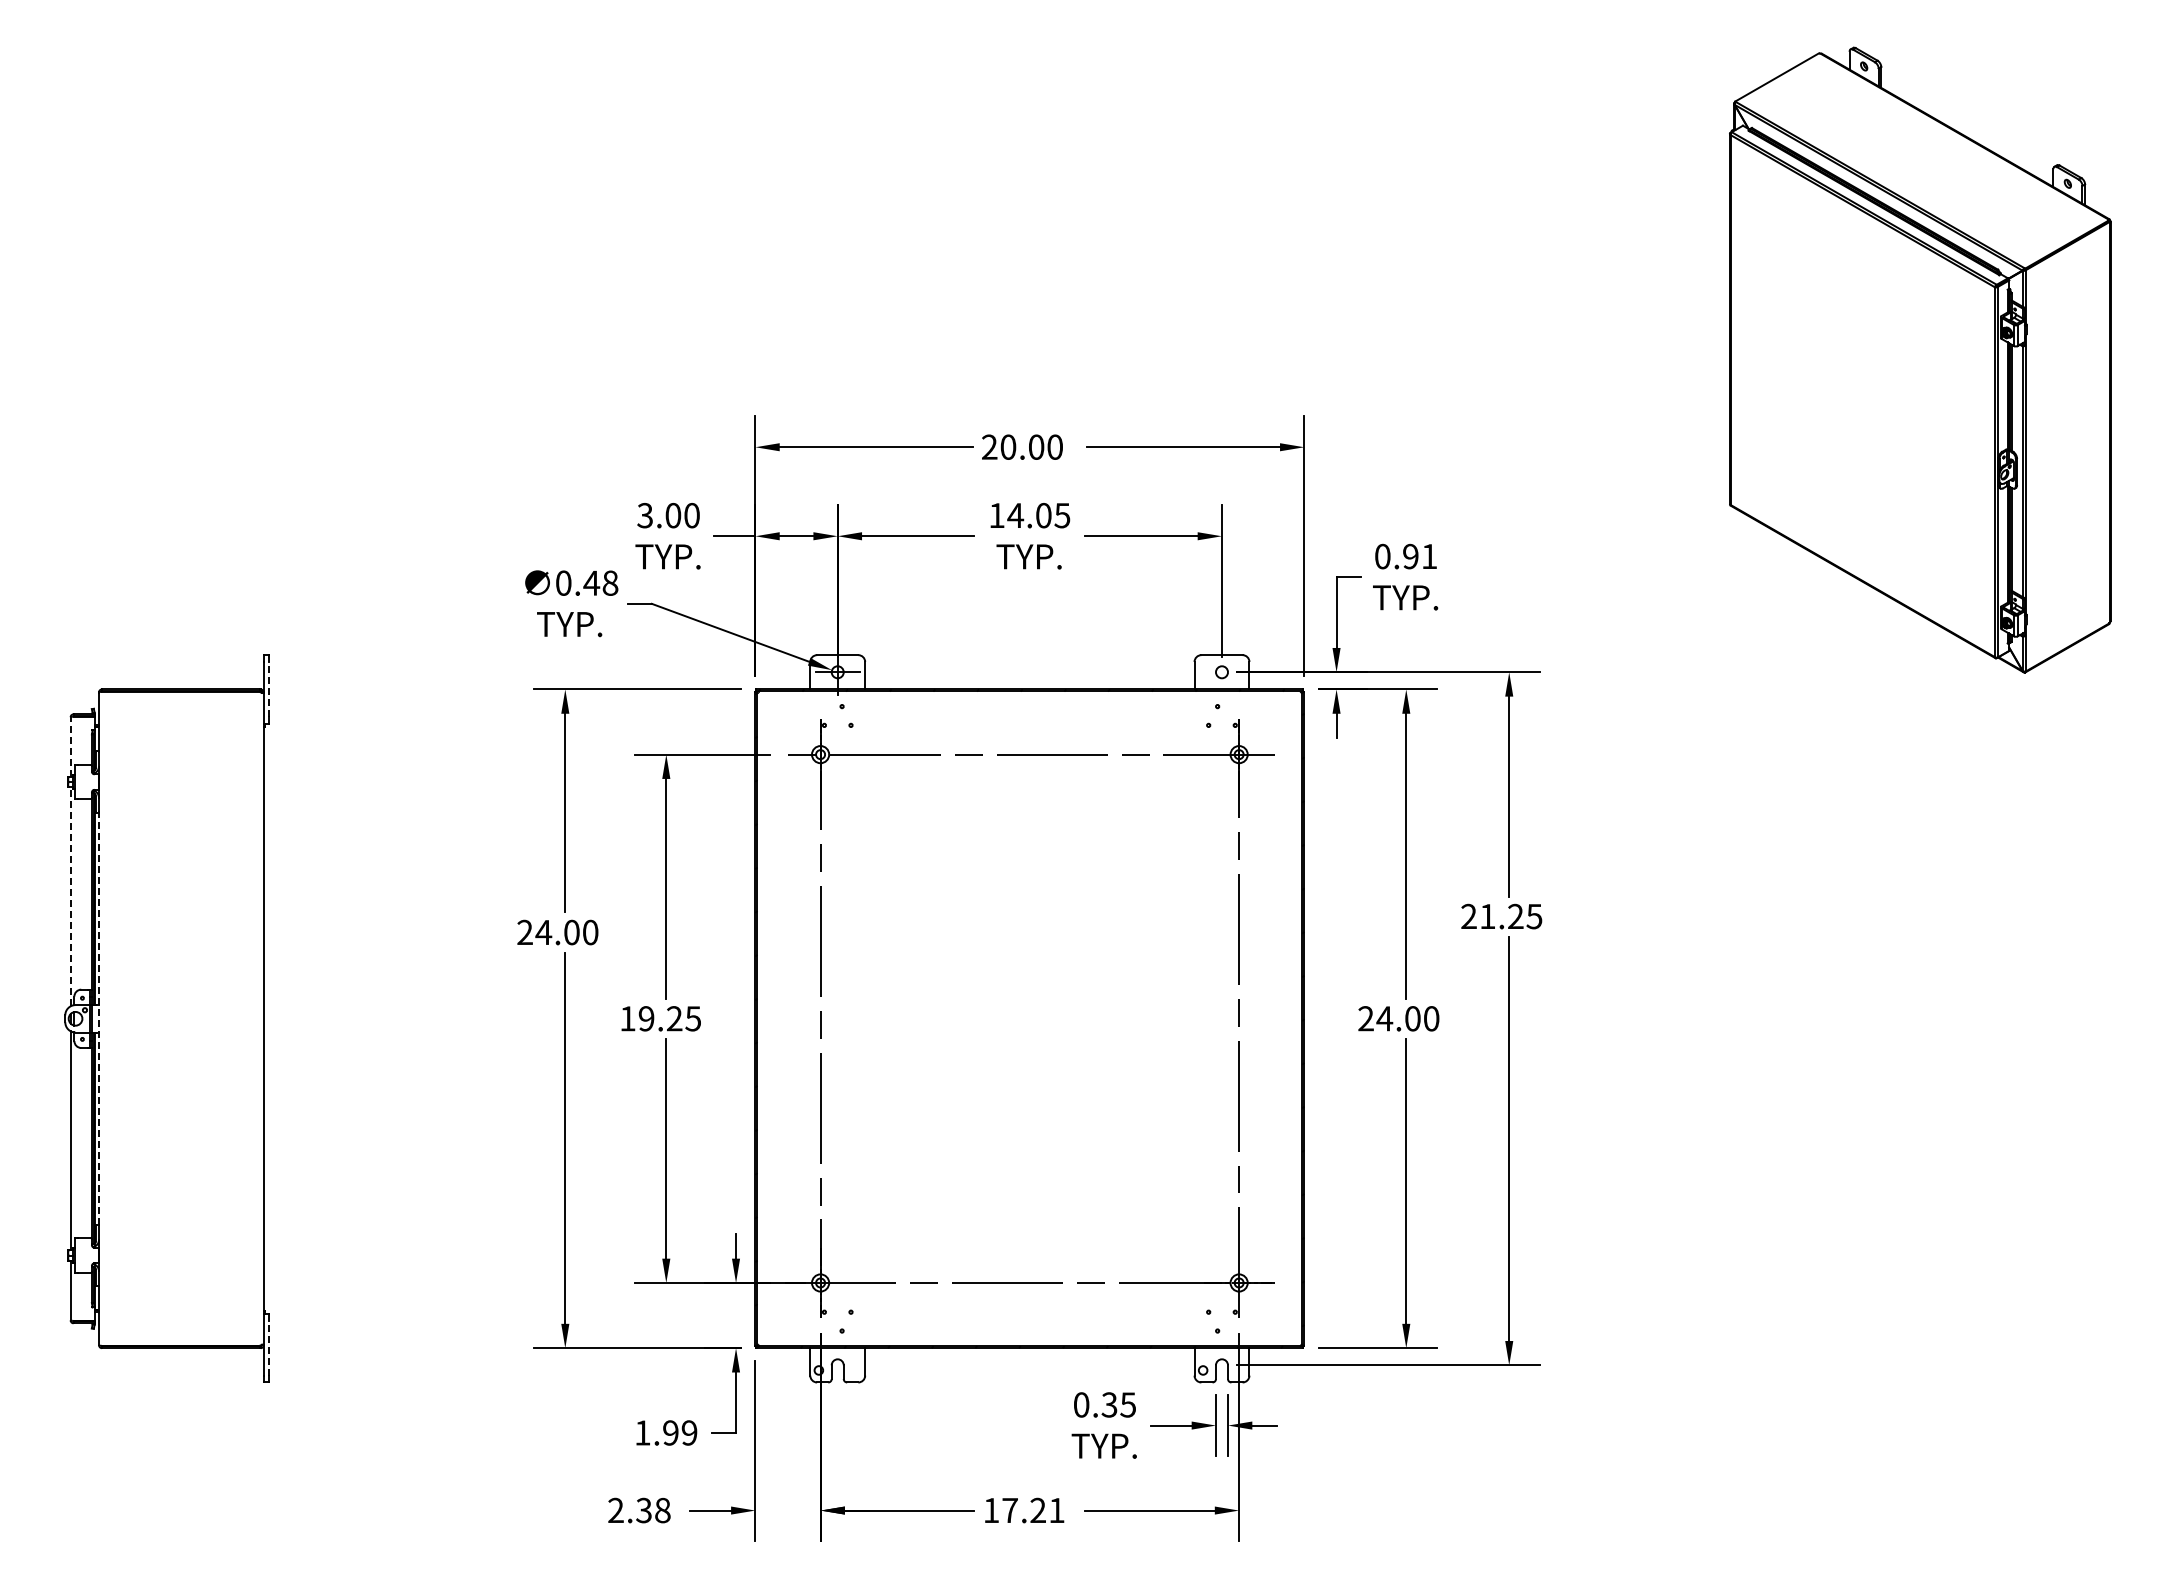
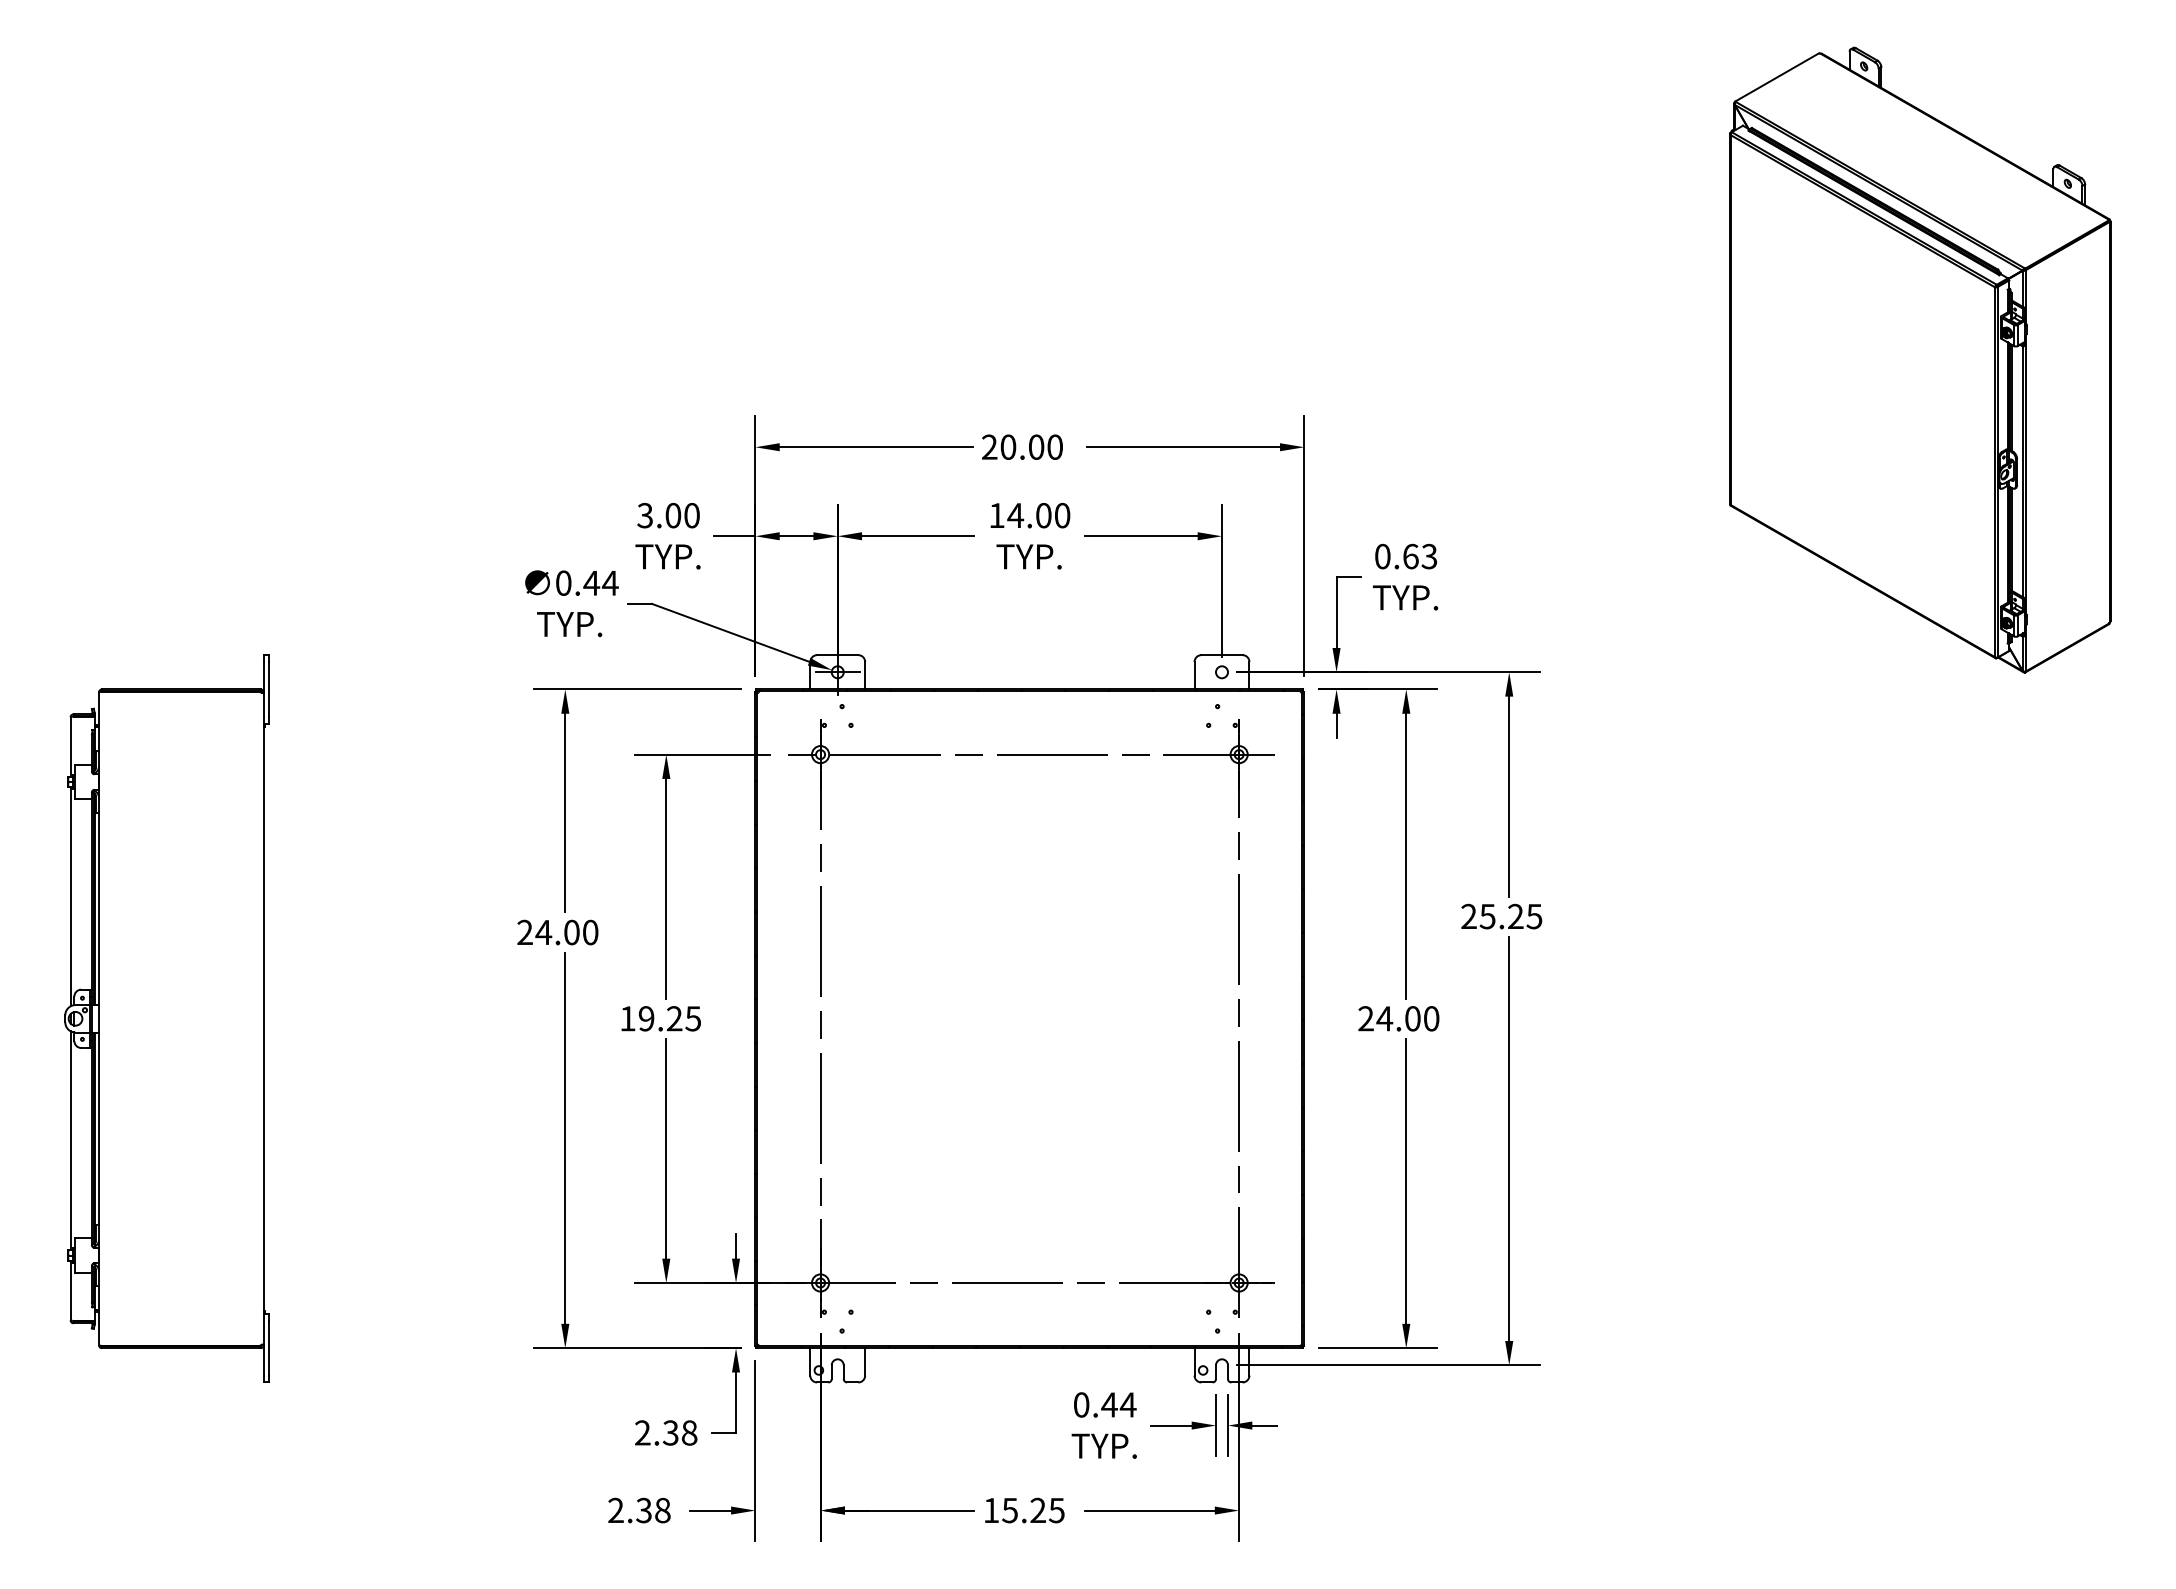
text at (1062, 515): 14.05 -> 14.00
text at (1420, 556): 0.91 -> 0.63
text at (610, 582): 0.48 -> 0.44
line at (268, 688): dashed -> solid
line at (70, 747): dashed -> solid
line at (70, 896): dashed -> solid
text at (1487, 916): 21.25 -> 25.25
line at (99, 1018): dashed -> solid
line at (268, 1347): dashed -> solid
text at (1118, 1404): 0.35 -> 0.44
text at (666, 1432): 1.99 -> 2.38
text at (1033, 1510): 17.21 -> 15.25
